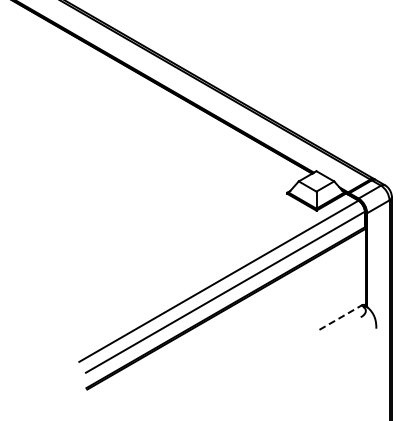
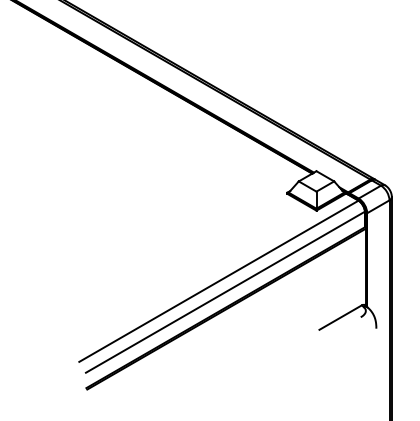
line at (341, 317): dashed -> solid
